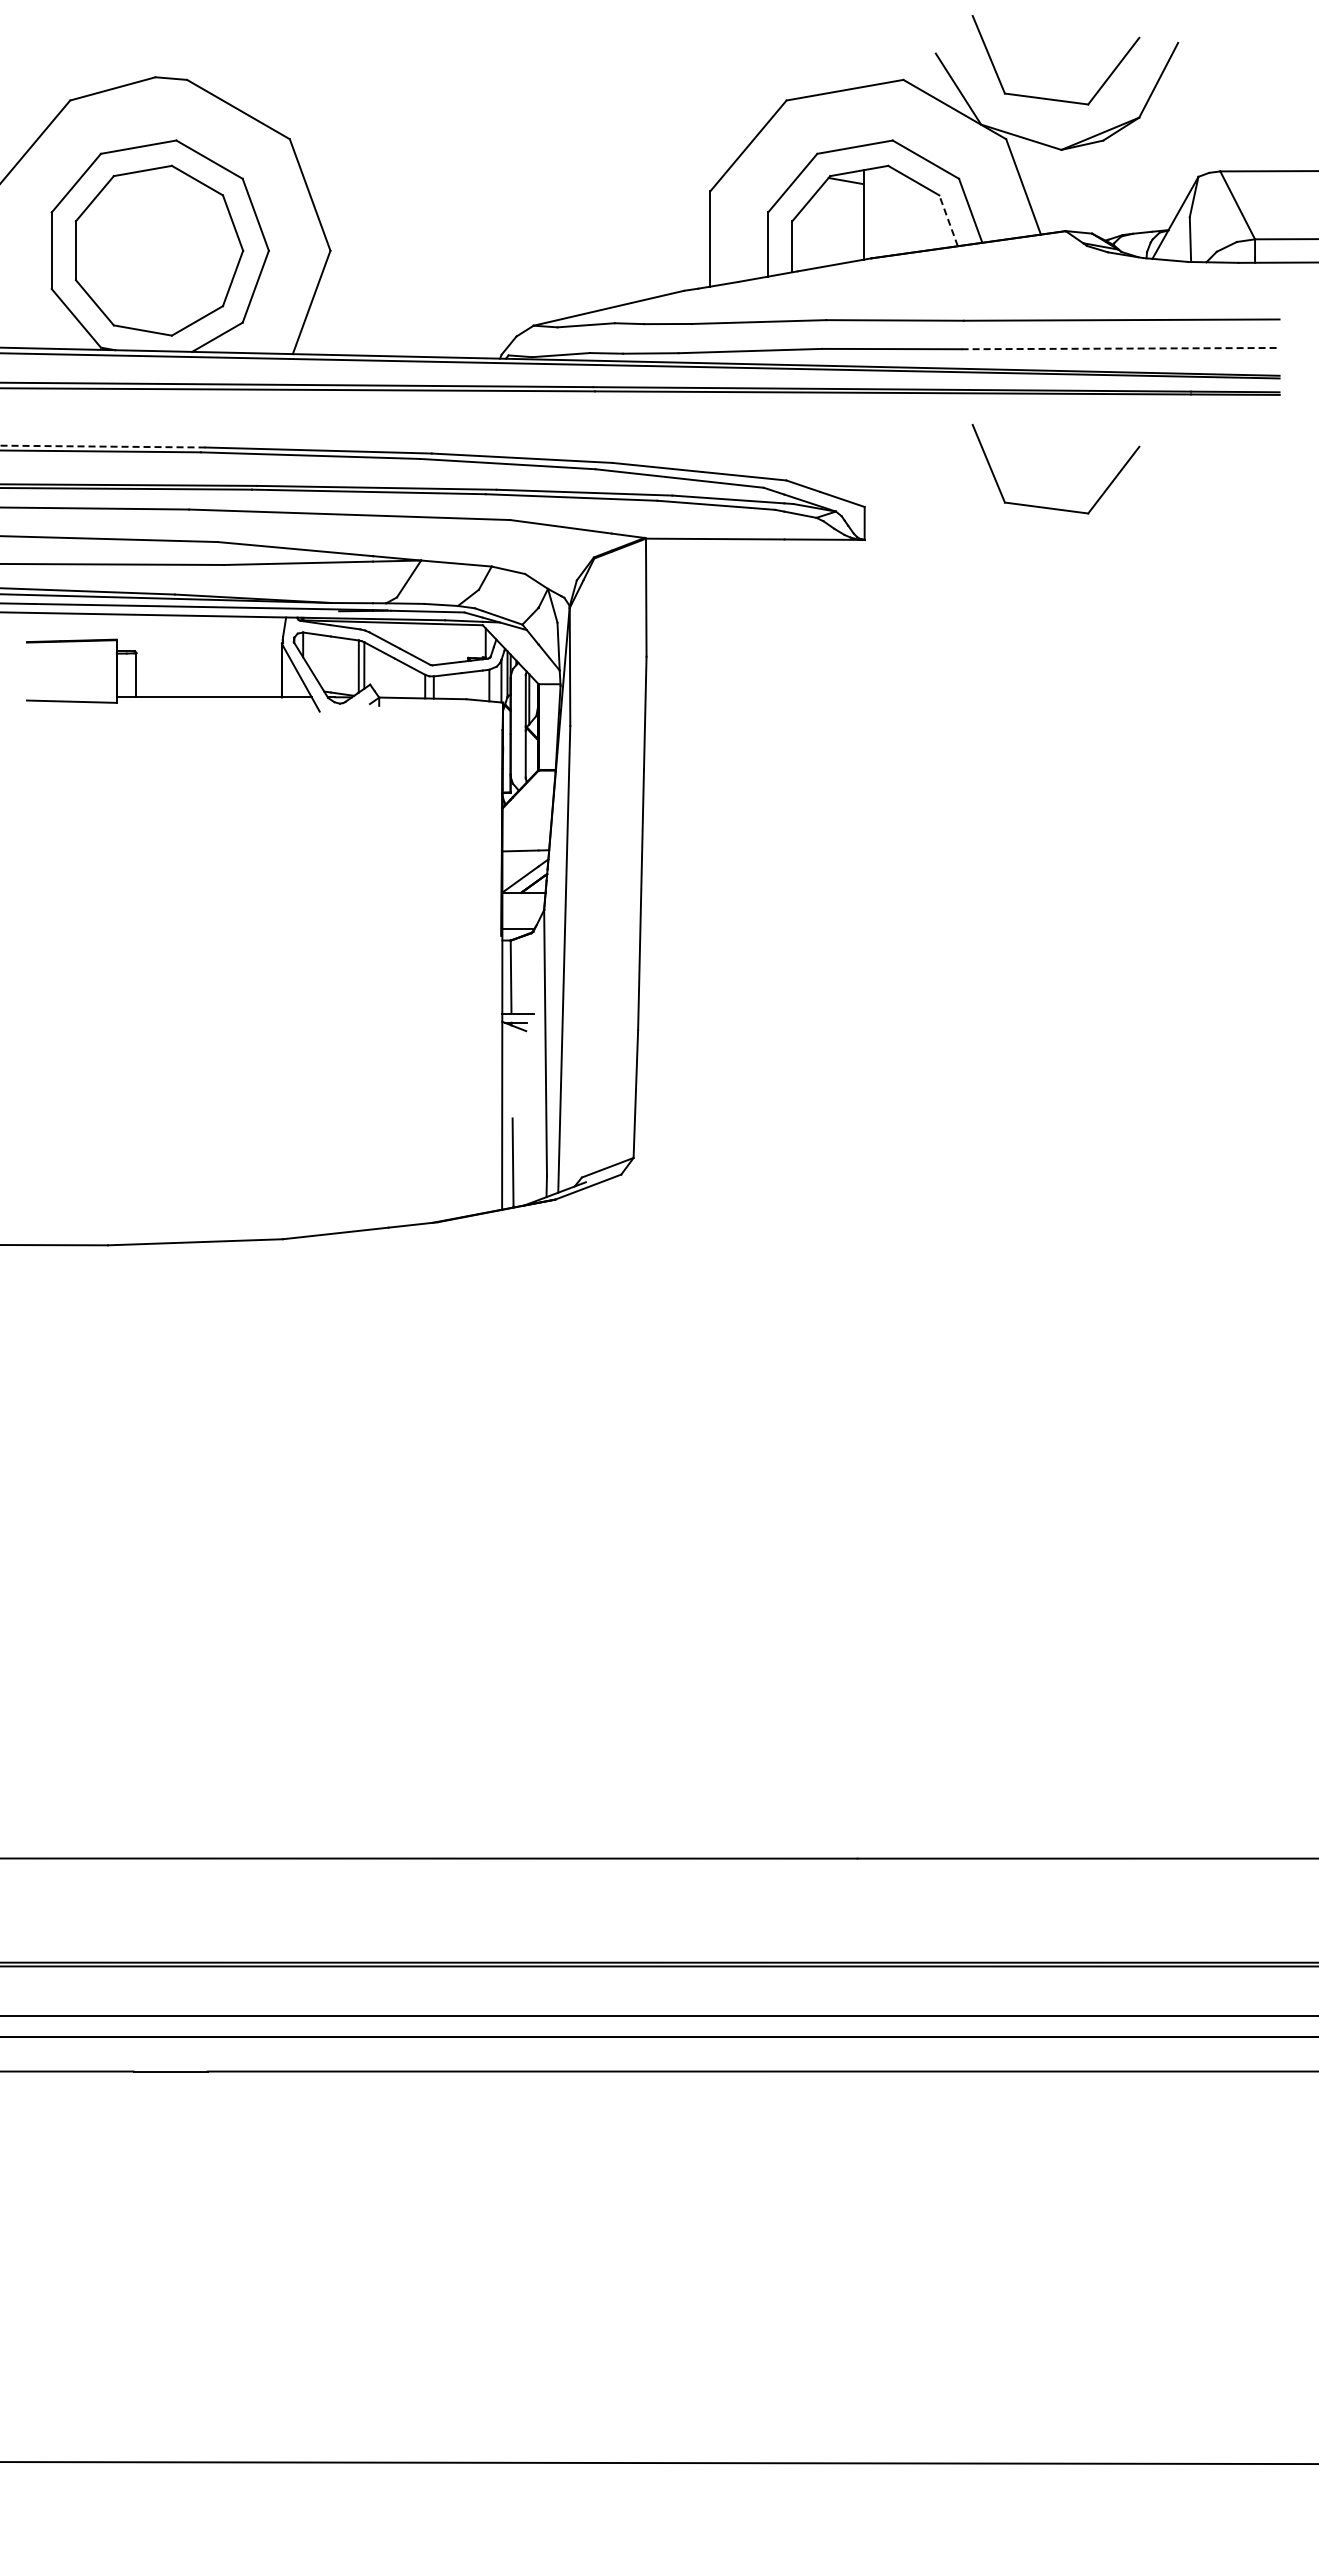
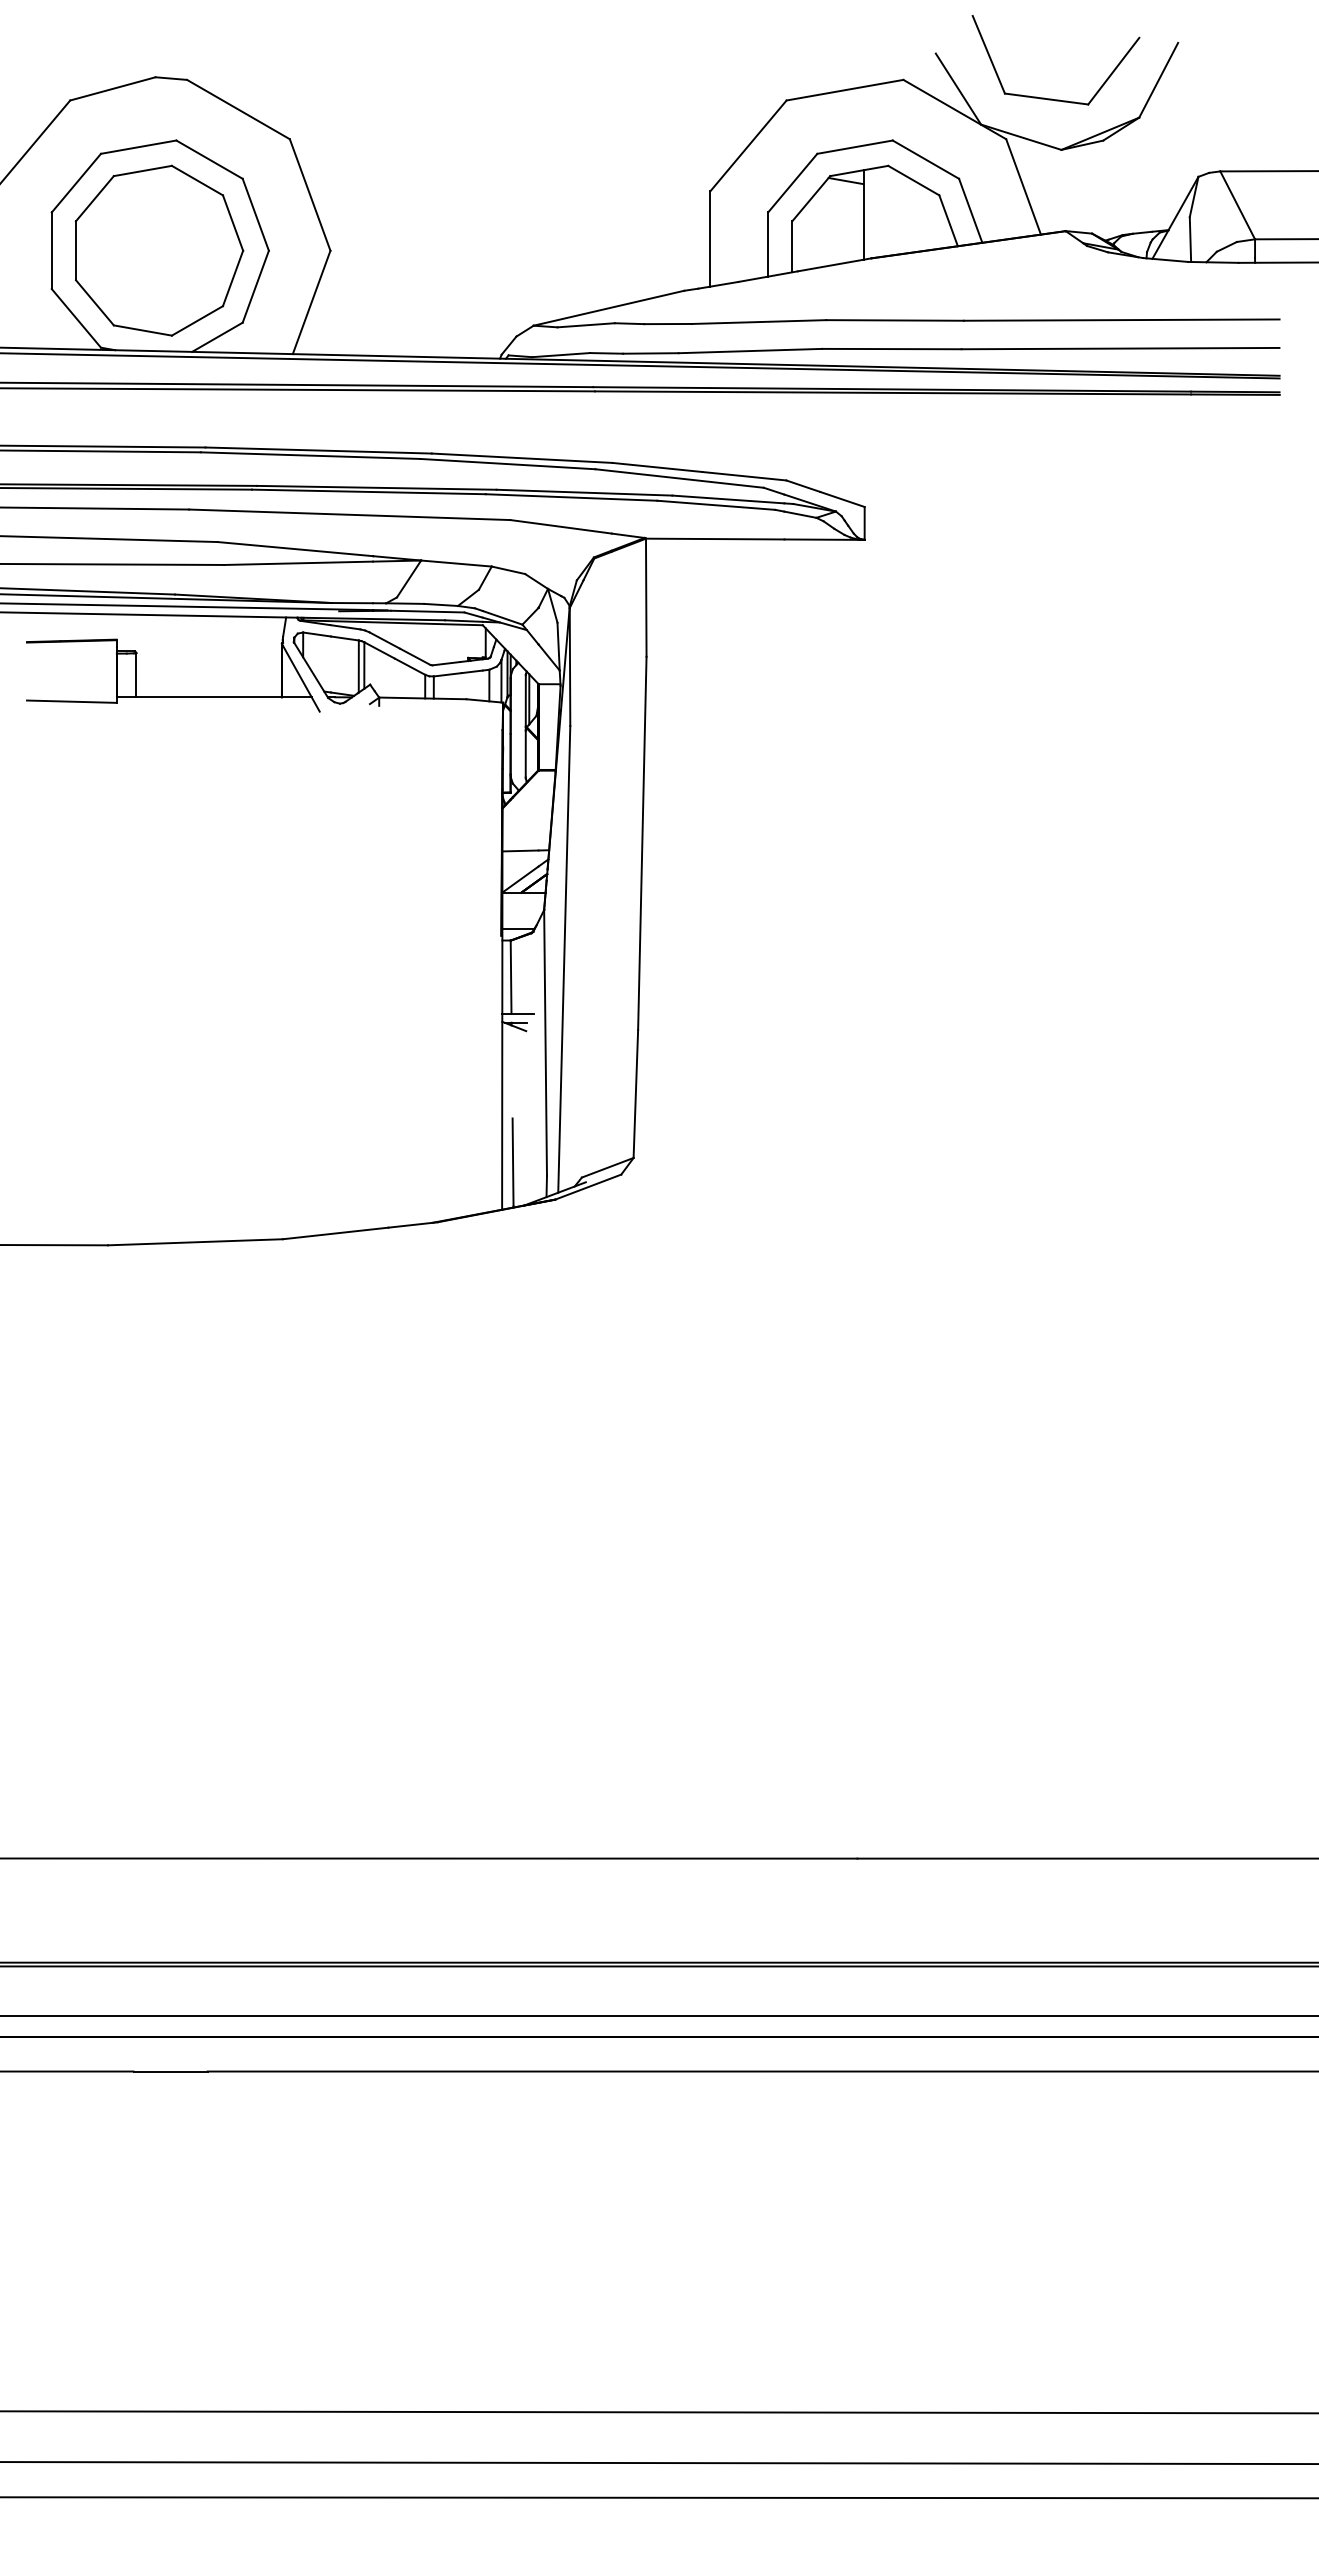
line at (948, 220): dashed -> solid
line at (1120, 348): dashed -> solid
line at (102, 446): dashed -> solid
part at (1052, 507): present -> none
line at (658, 2412): none -> present
line at (658, 2497): none -> present
